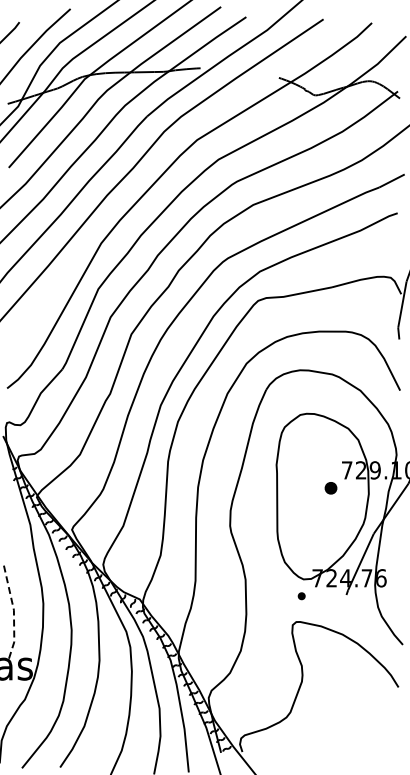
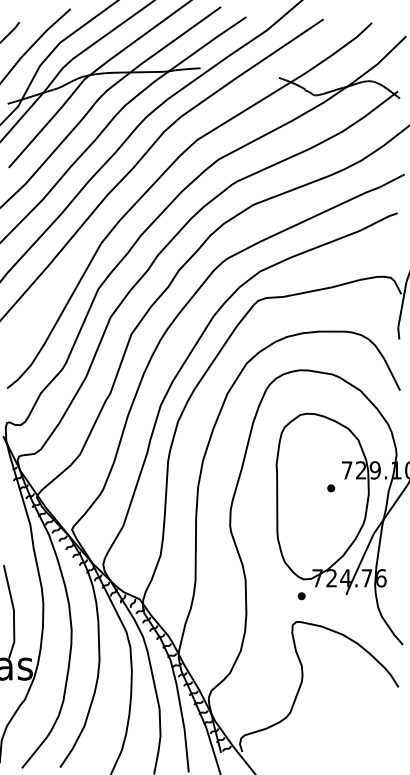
part at (330, 488) size: 14x13 px -> 9x9 px
line at (13, 611): dashed -> solid
